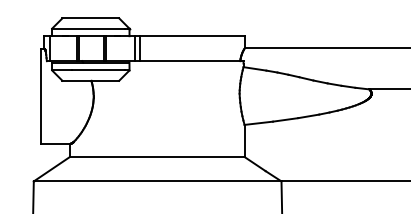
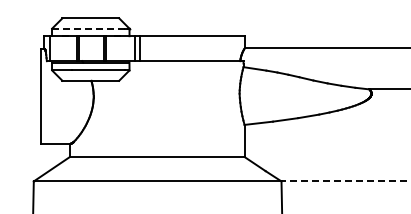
line at (87, 28): solid -> dashed
line at (345, 181): solid -> dashed
